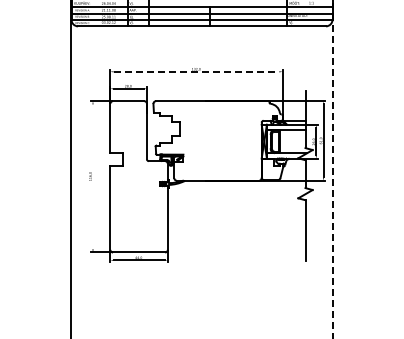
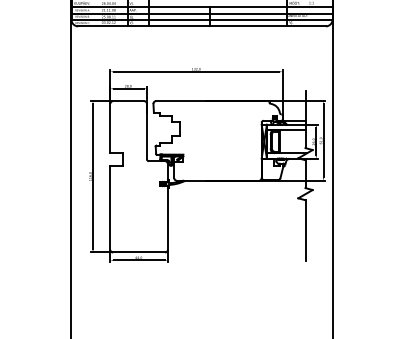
line at (196, 71): dashed -> solid
line at (332, 169): dashed -> solid
line at (93, 176): none -> present
